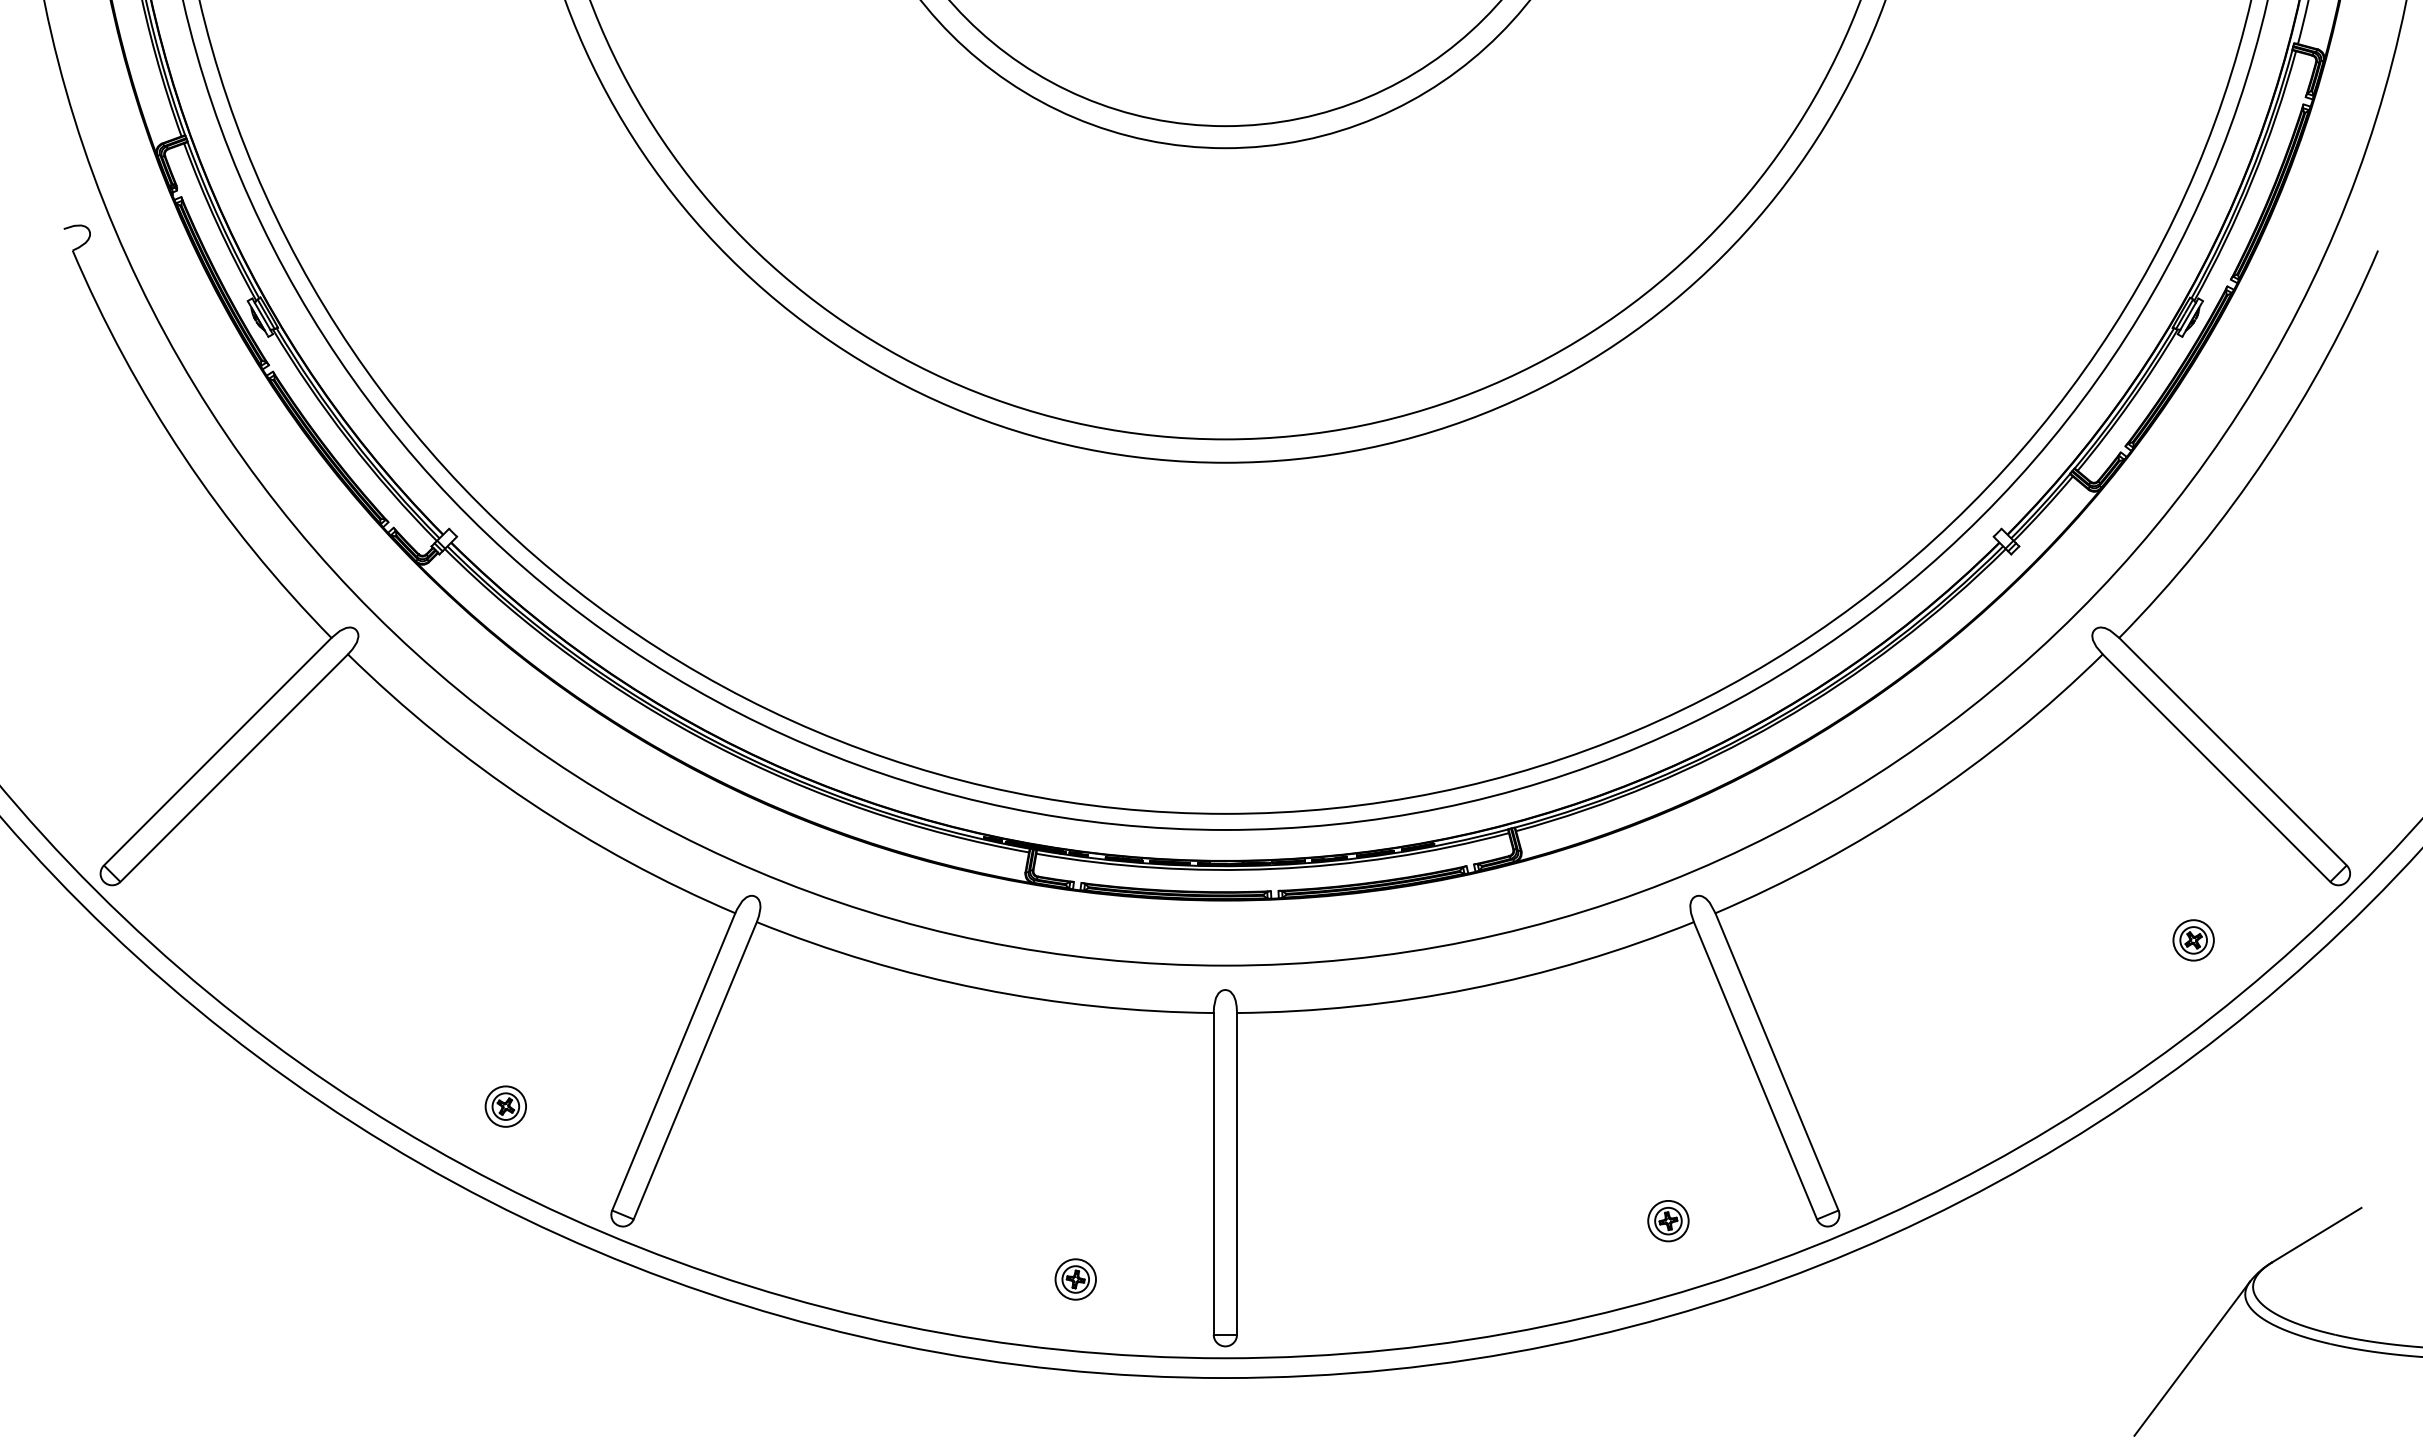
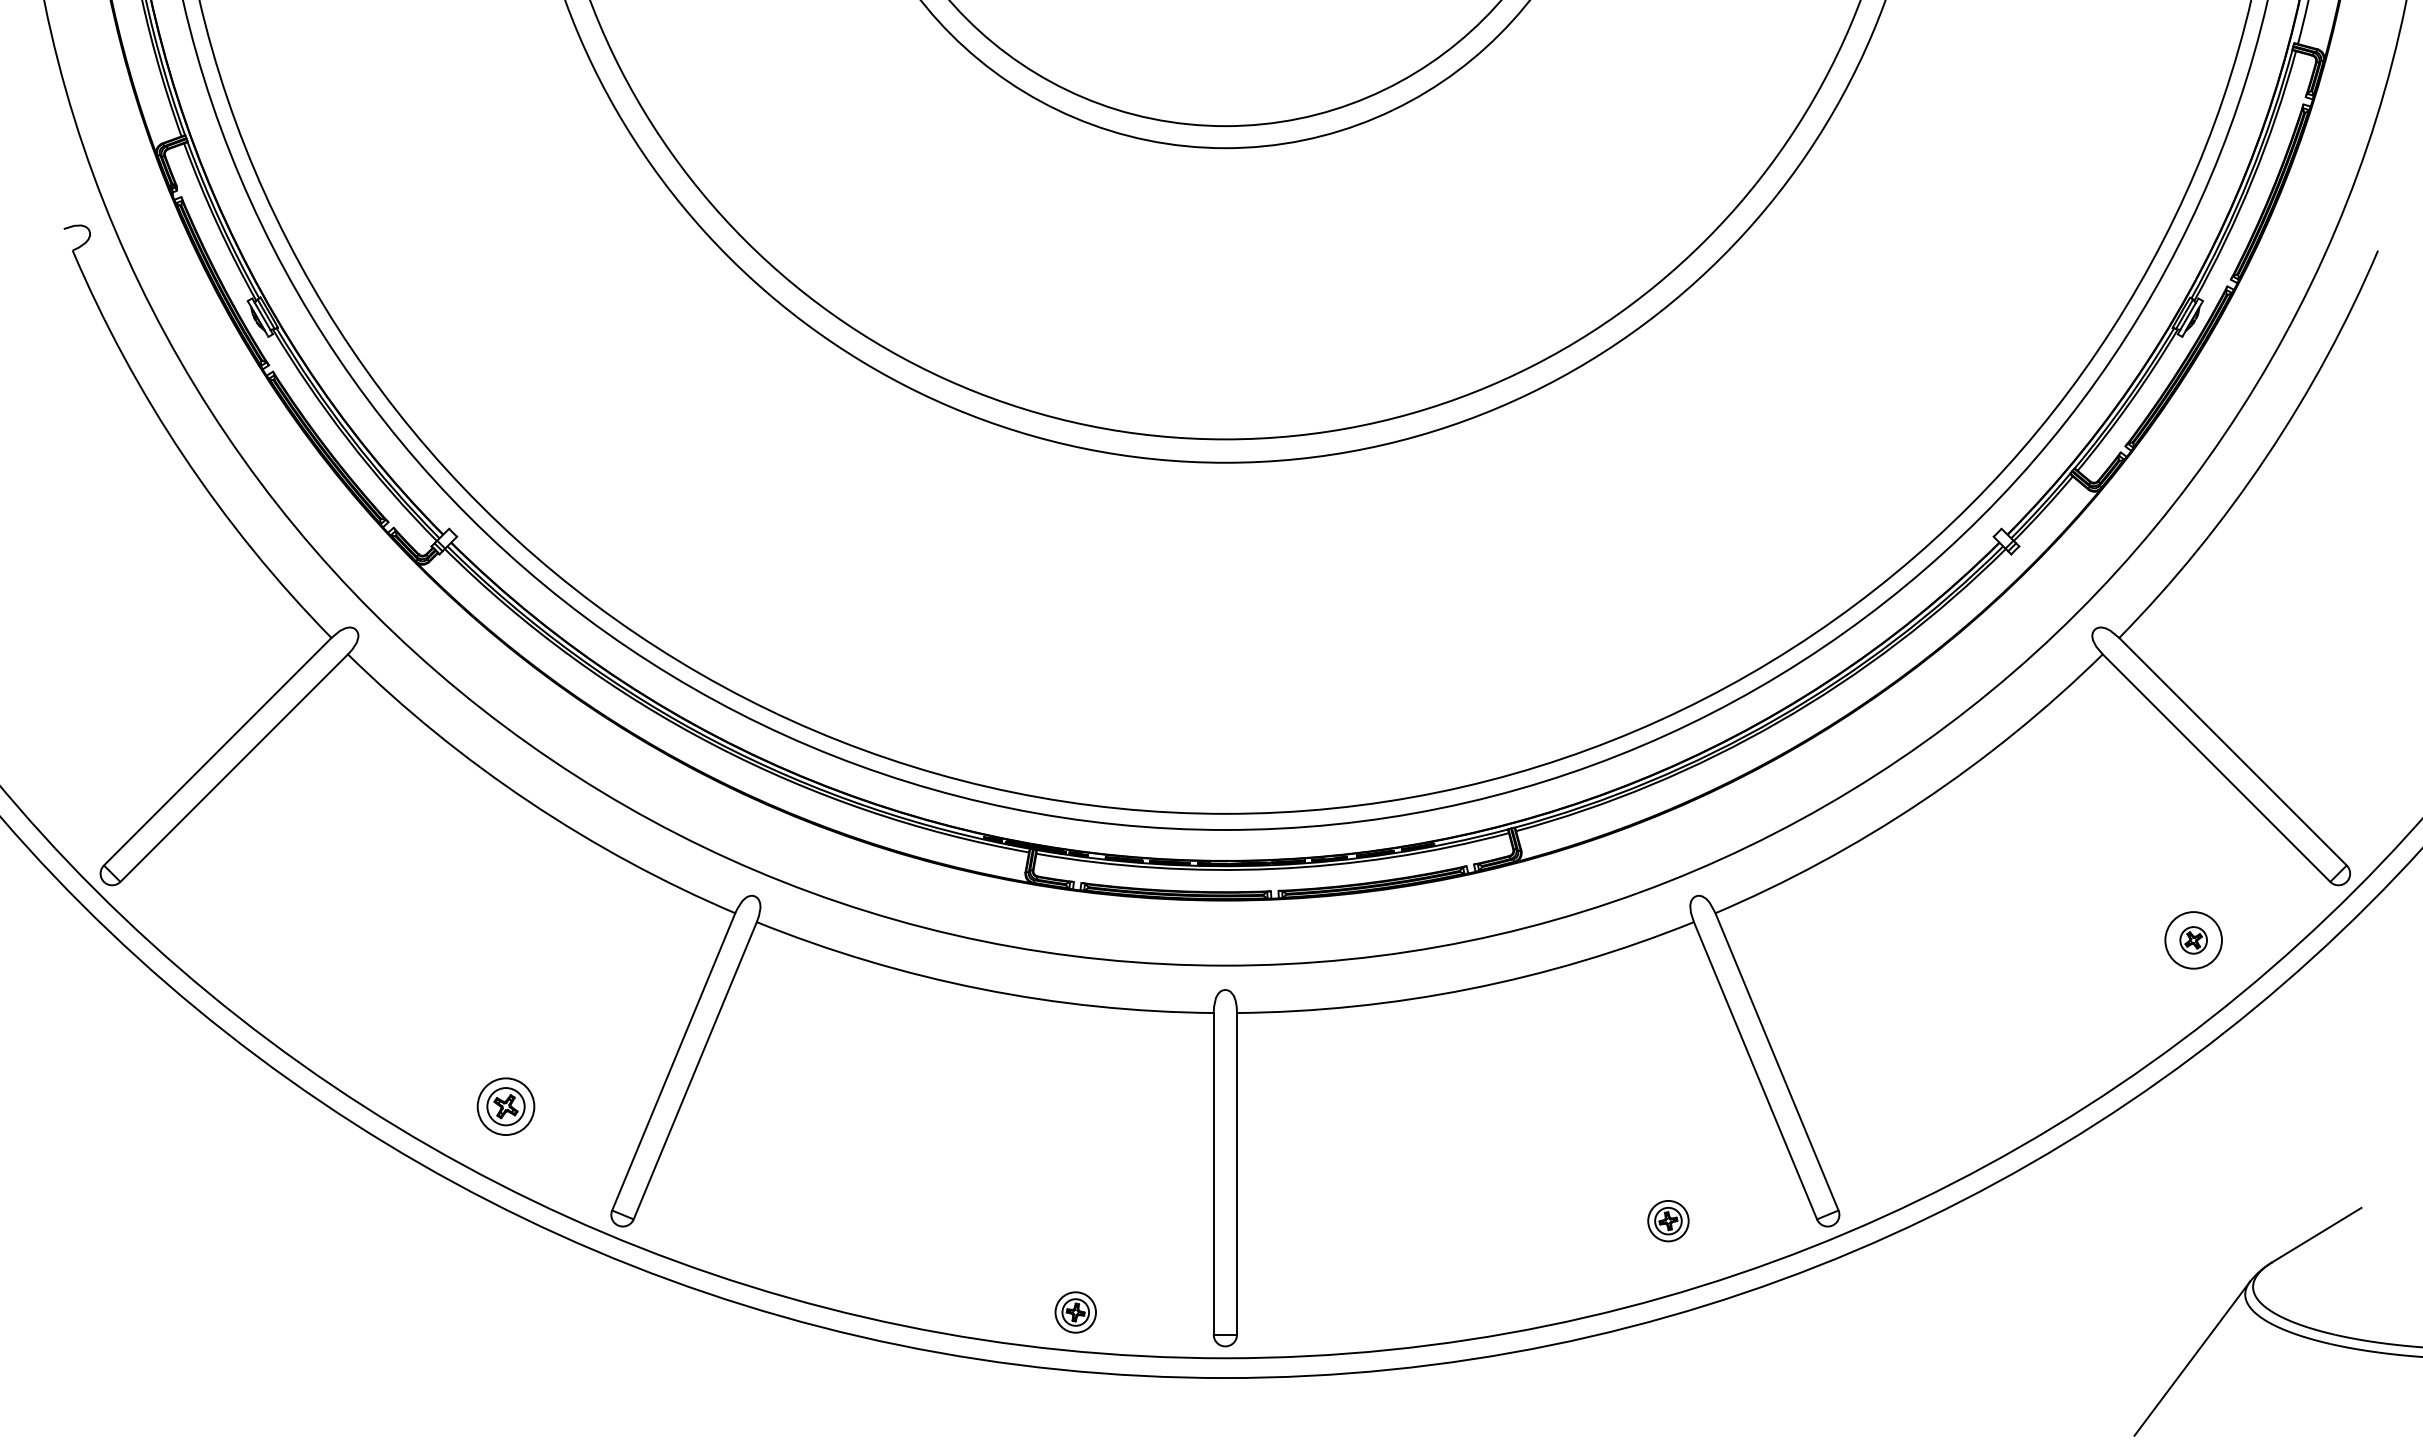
circle at (2193, 940) diameter: 40 px -> 57 px
part at (505, 1106) size: 43x43 px -> 60x59 px
part at (1075, 1279) position: (1075, 1279) -> (1075, 1312)
